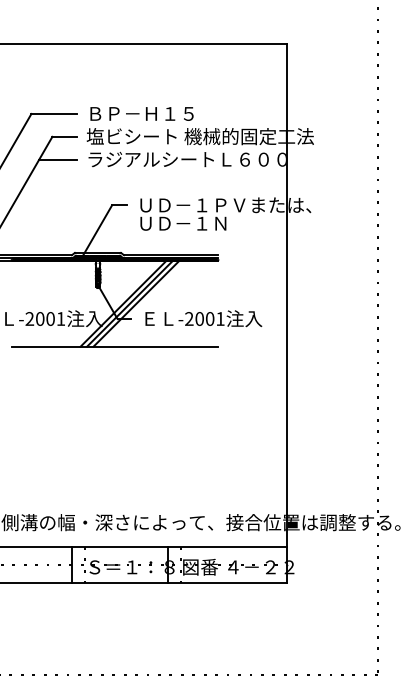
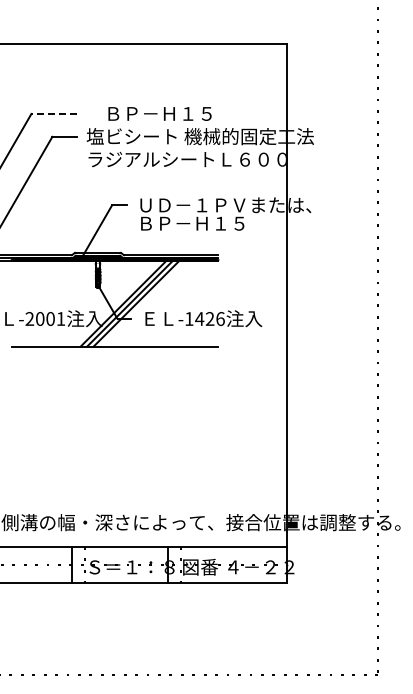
line at (54, 113): solid -> dashed
text at (141, 113) position: (141, 113) -> (159, 113)
line at (57, 159): present -> none
text at (192, 223): ＵＤ－１Ｎ -> ＢＰ－Ｈ１５
text at (204, 318): -2001 -> -1426
